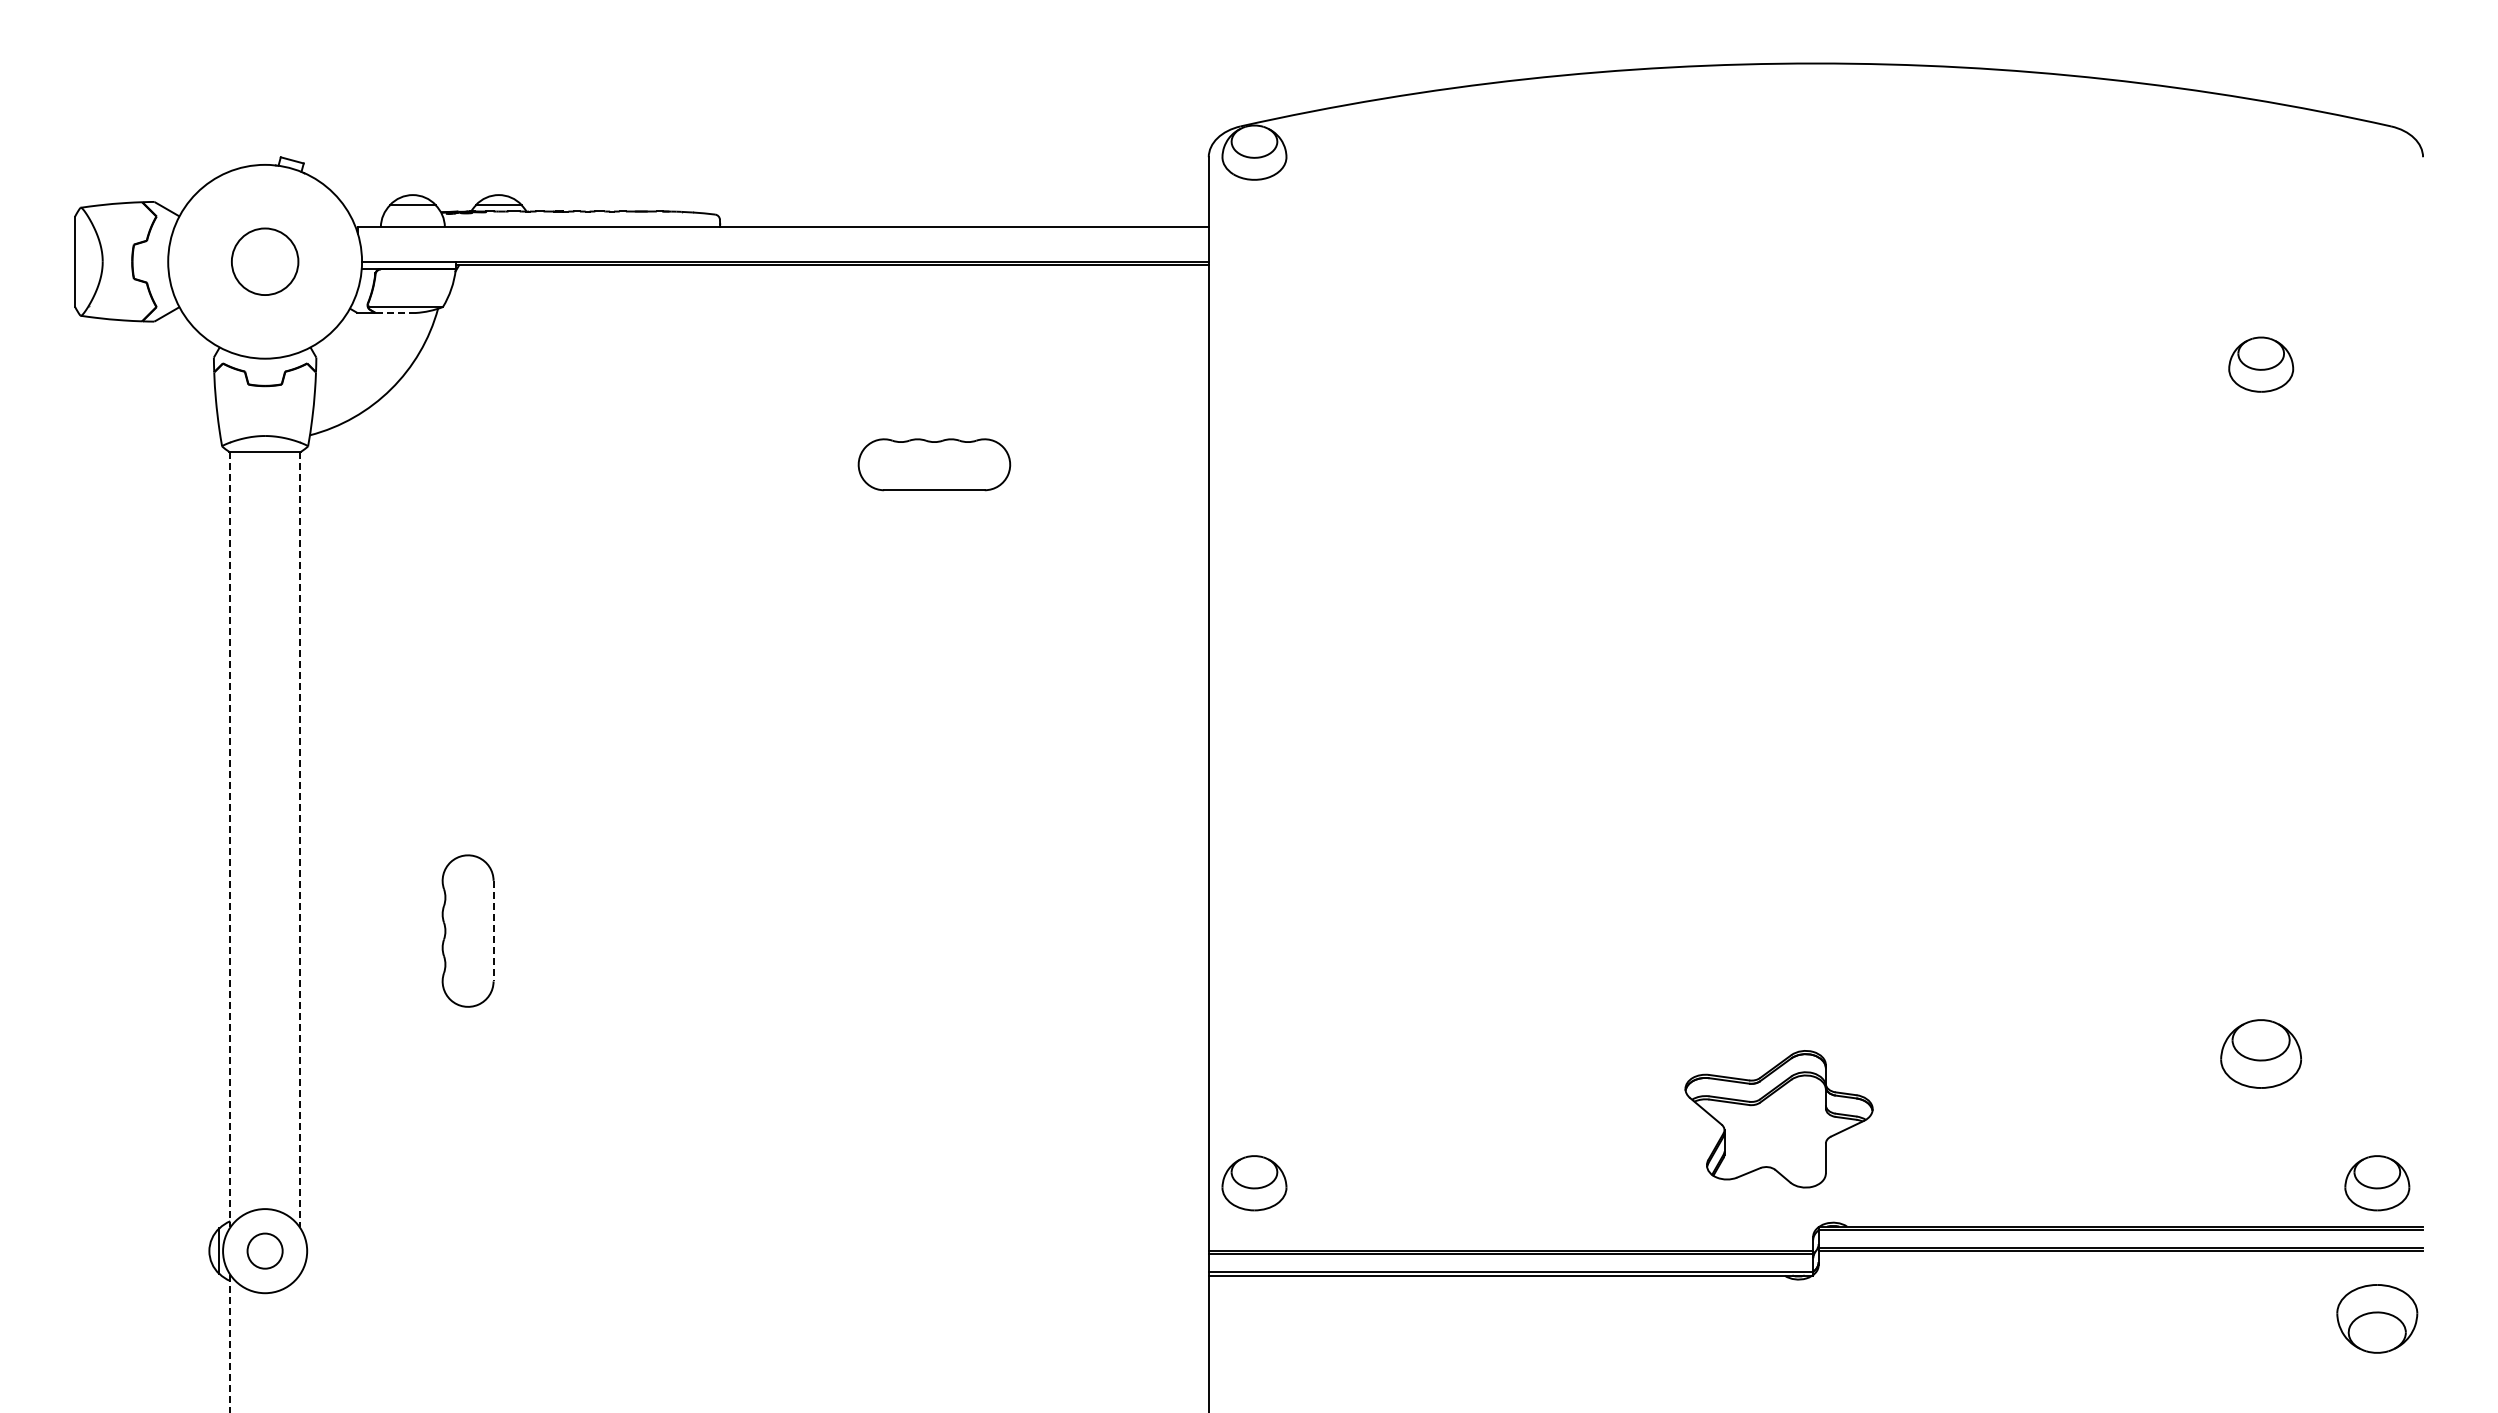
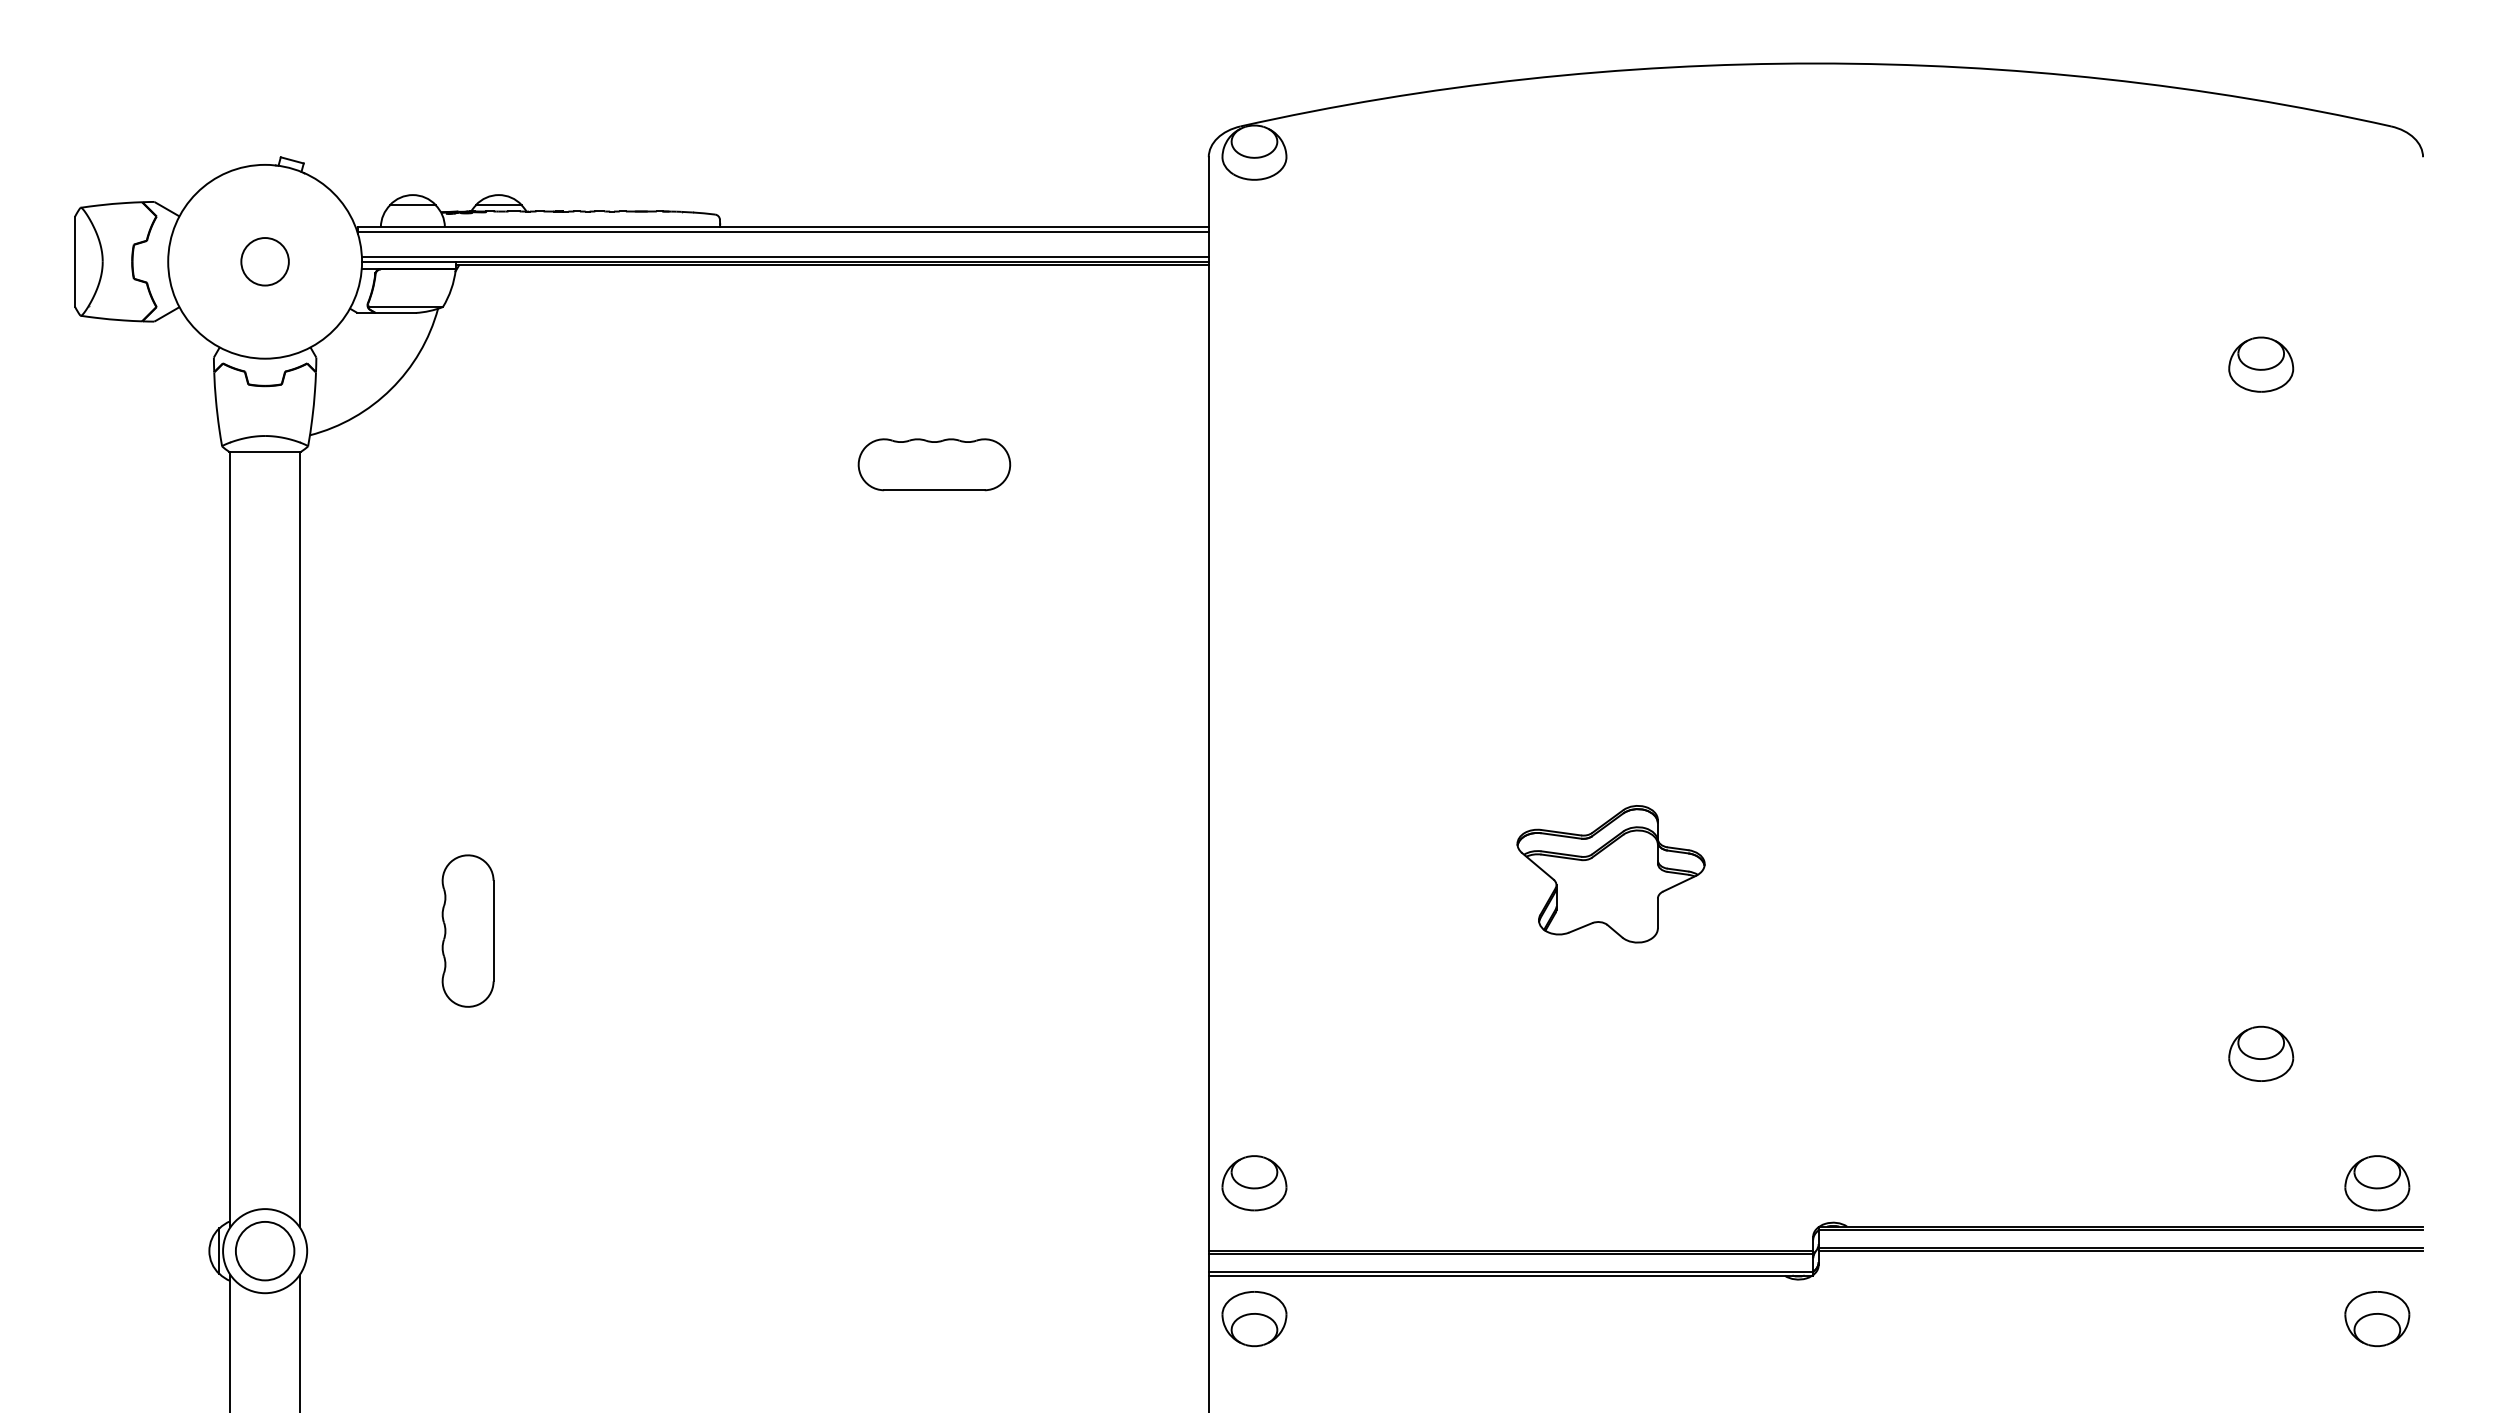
line at (783, 231): none -> present
line at (784, 257): none -> present
circle at (264, 261) diameter: 67 px -> 48 px
line at (395, 313): dashed -> solid
line at (230, 839): dashed -> solid
line at (299, 839): dashed -> solid
line at (493, 931): dashed -> solid
part at (2260, 1053) size: 82x70 px -> 67x57 px
part at (1778, 1119) position: (1778, 1119) -> (1610, 874)
circle at (264, 1250) diameter: 35 px -> 59 px
part at (2377, 1318) size: 83x70 px -> 67x57 px
part at (1254, 1319): none -> present
line at (299, 1341): none -> present
line at (230, 1343): dashed -> solid
